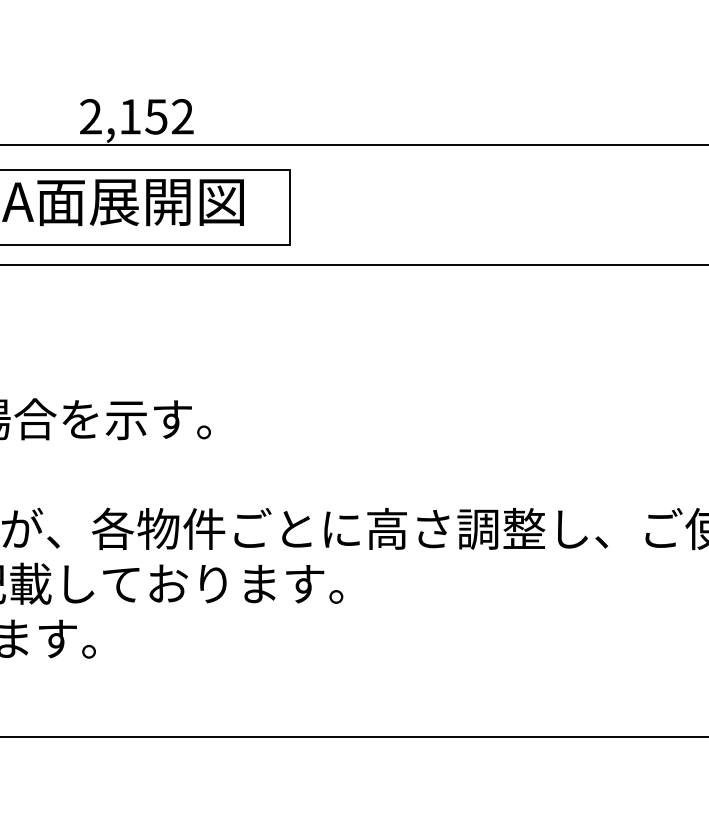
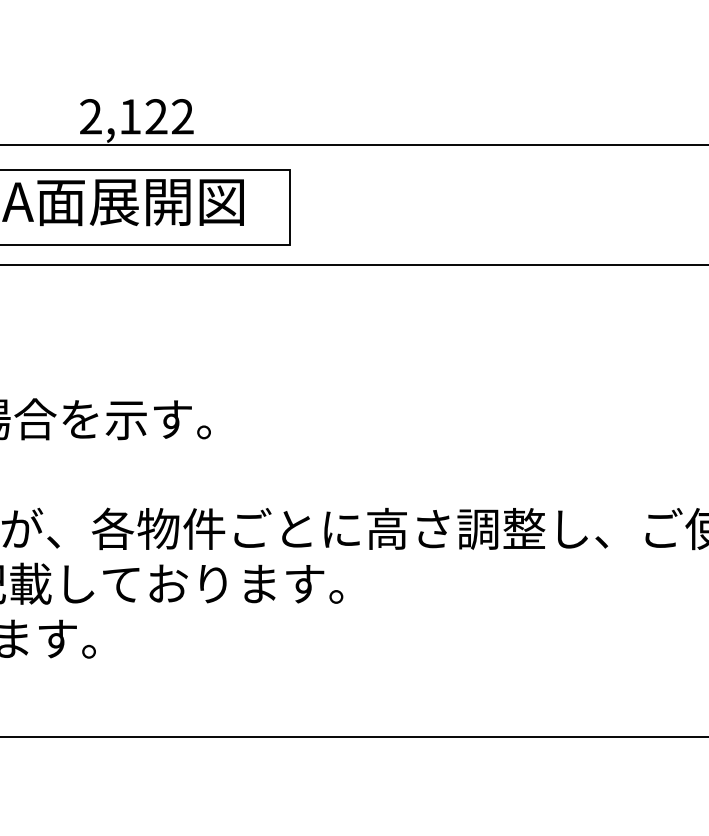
text at (156, 116): 2,152 -> 2,122
